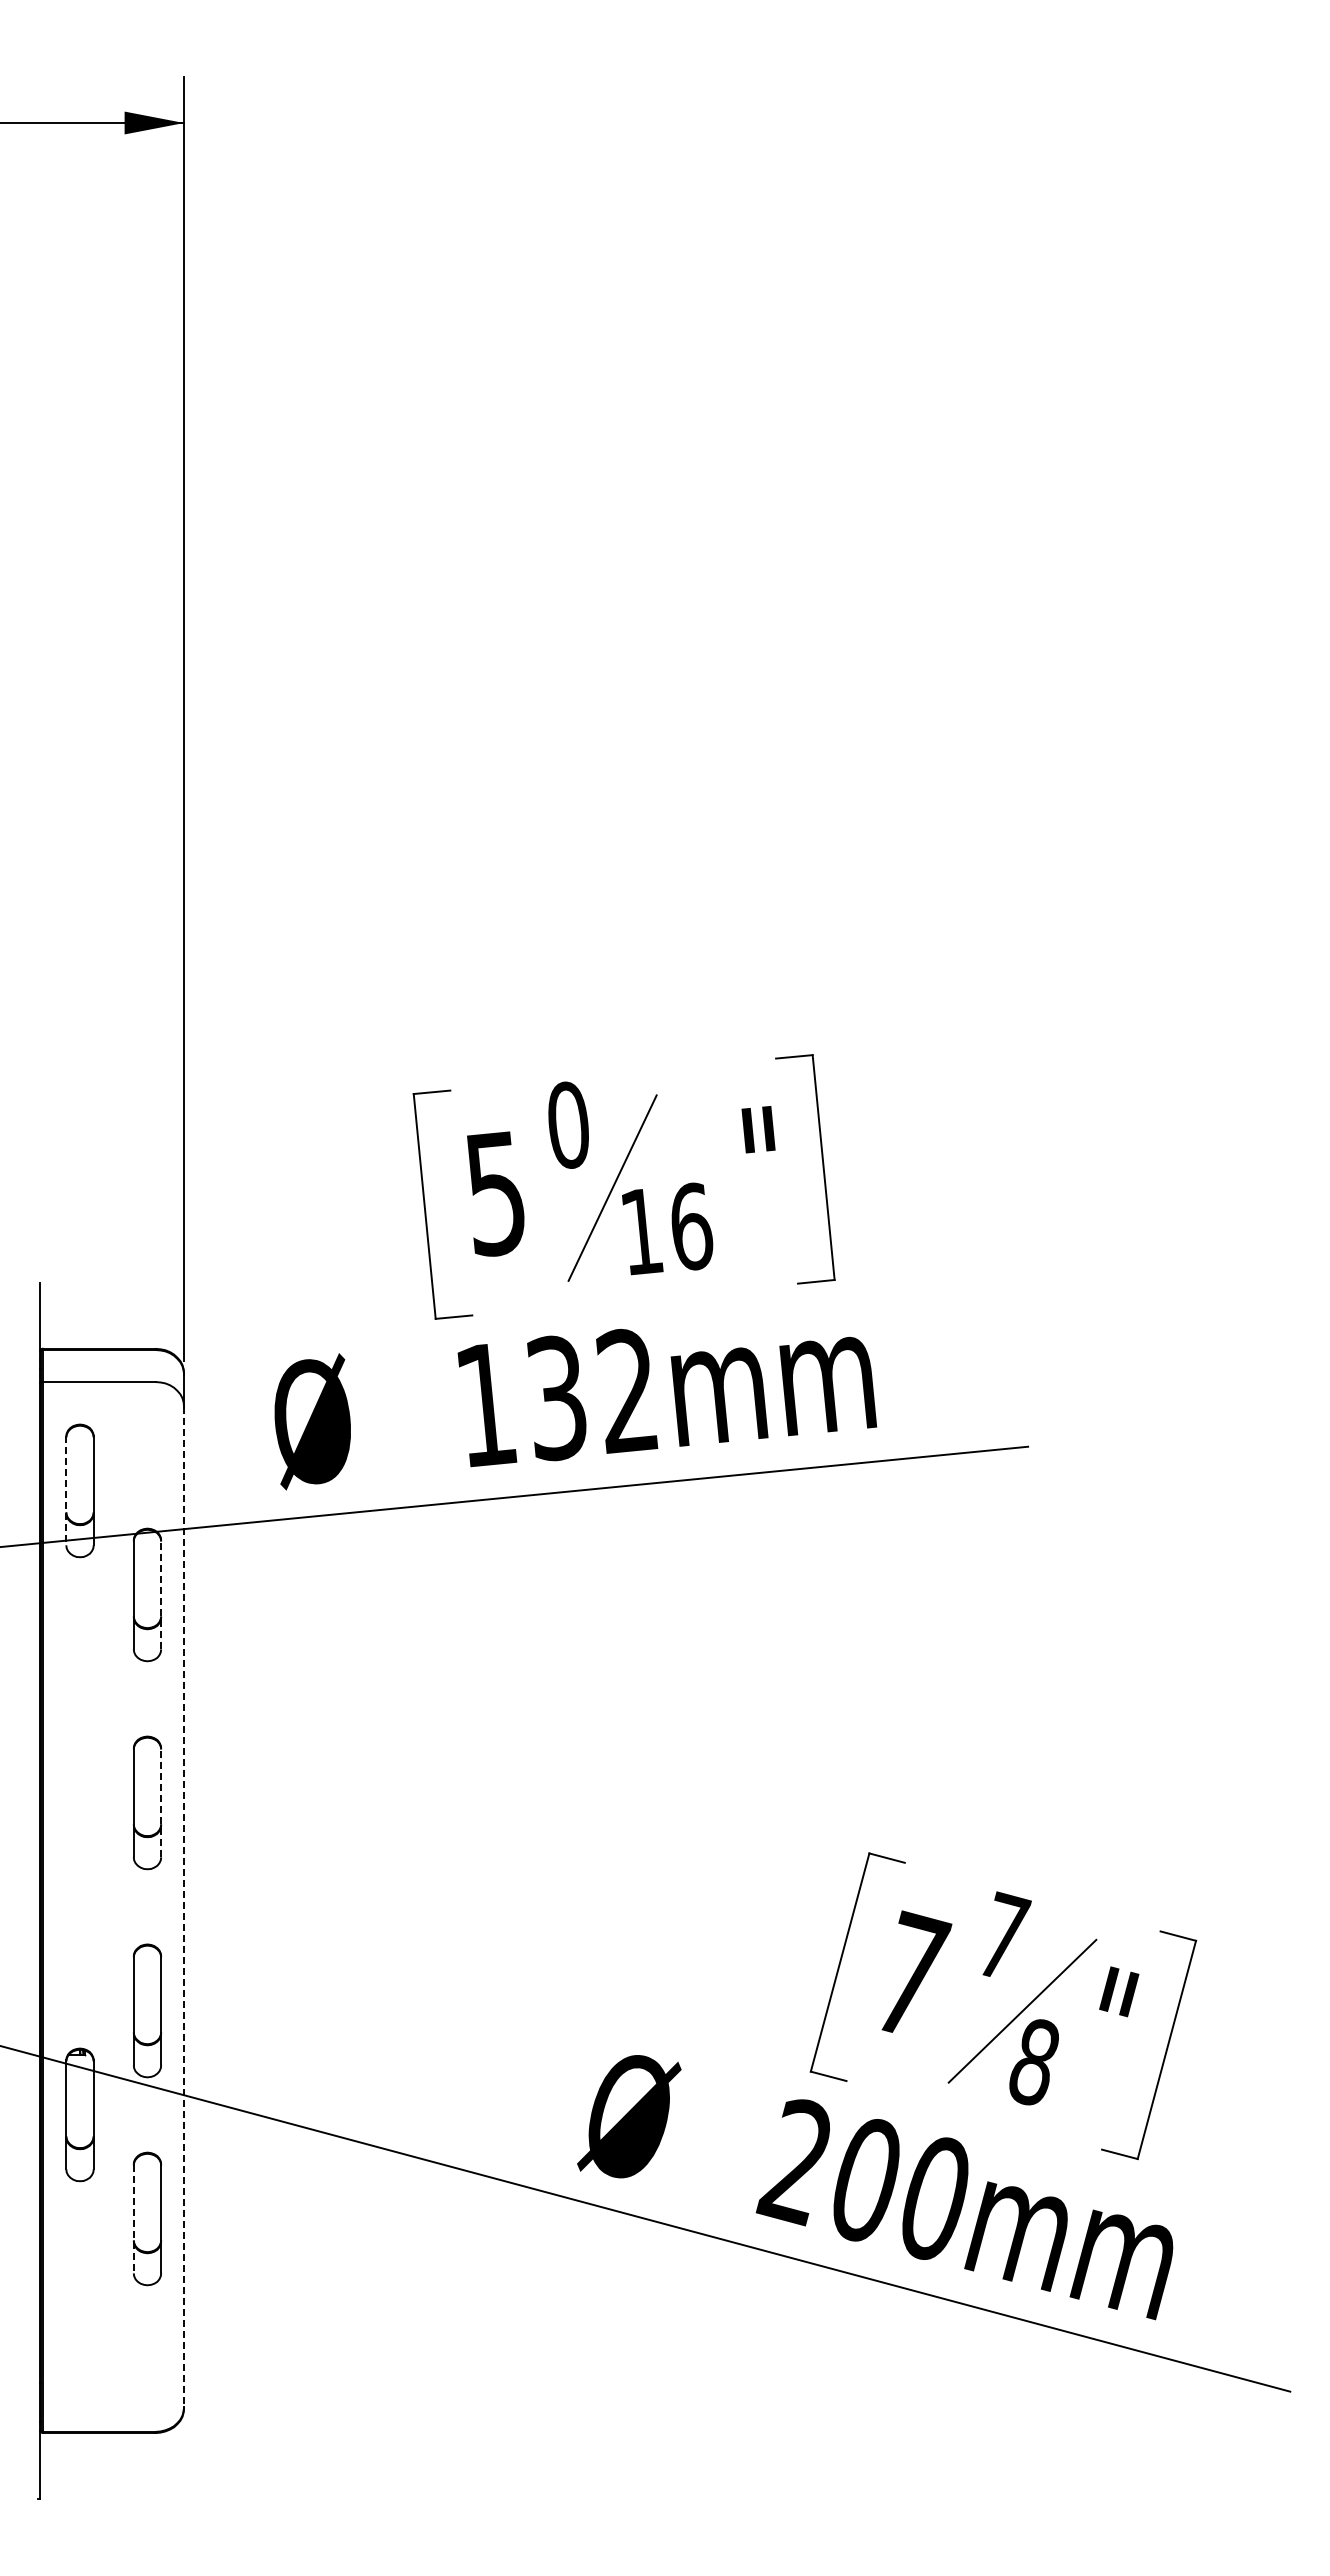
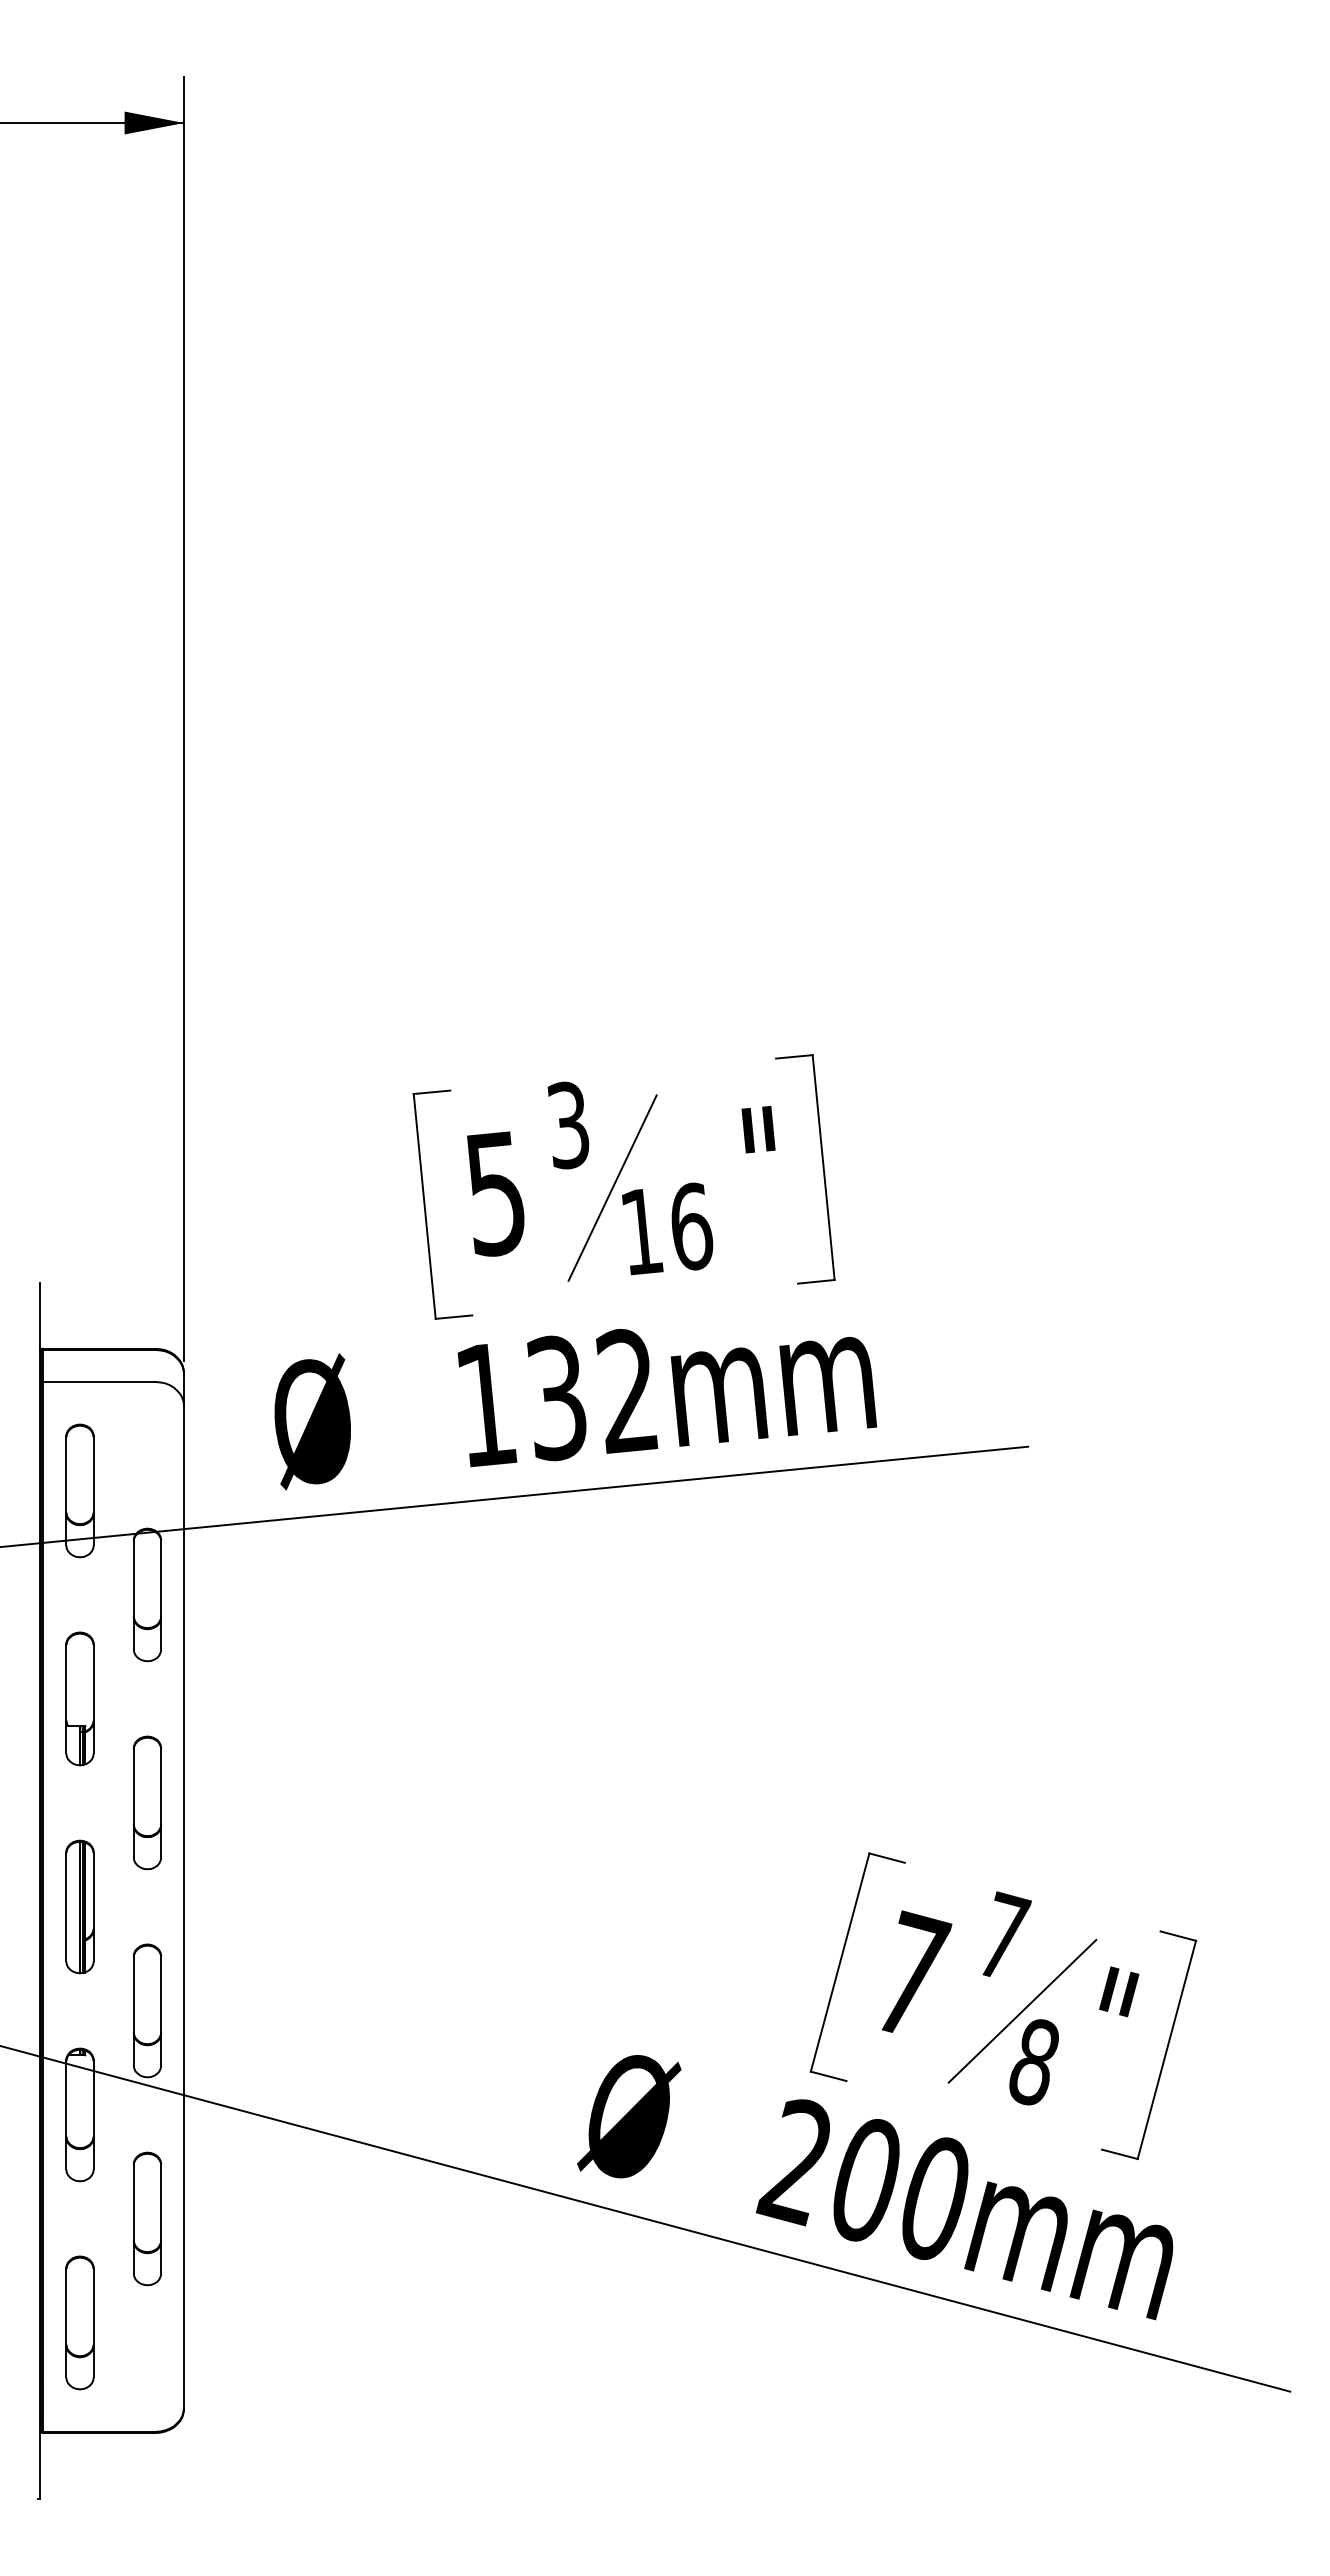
text at (568, 1125): 0 -> 3
line at (66, 1491): dashed -> solid
line at (161, 1594): dashed -> solid
part at (79, 1698): none -> present
line at (161, 1802): dashed -> solid
part at (79, 1906): none -> present
line at (184, 1907): dashed -> solid
line at (133, 2219): dashed -> solid
part at (79, 2322): none -> present
